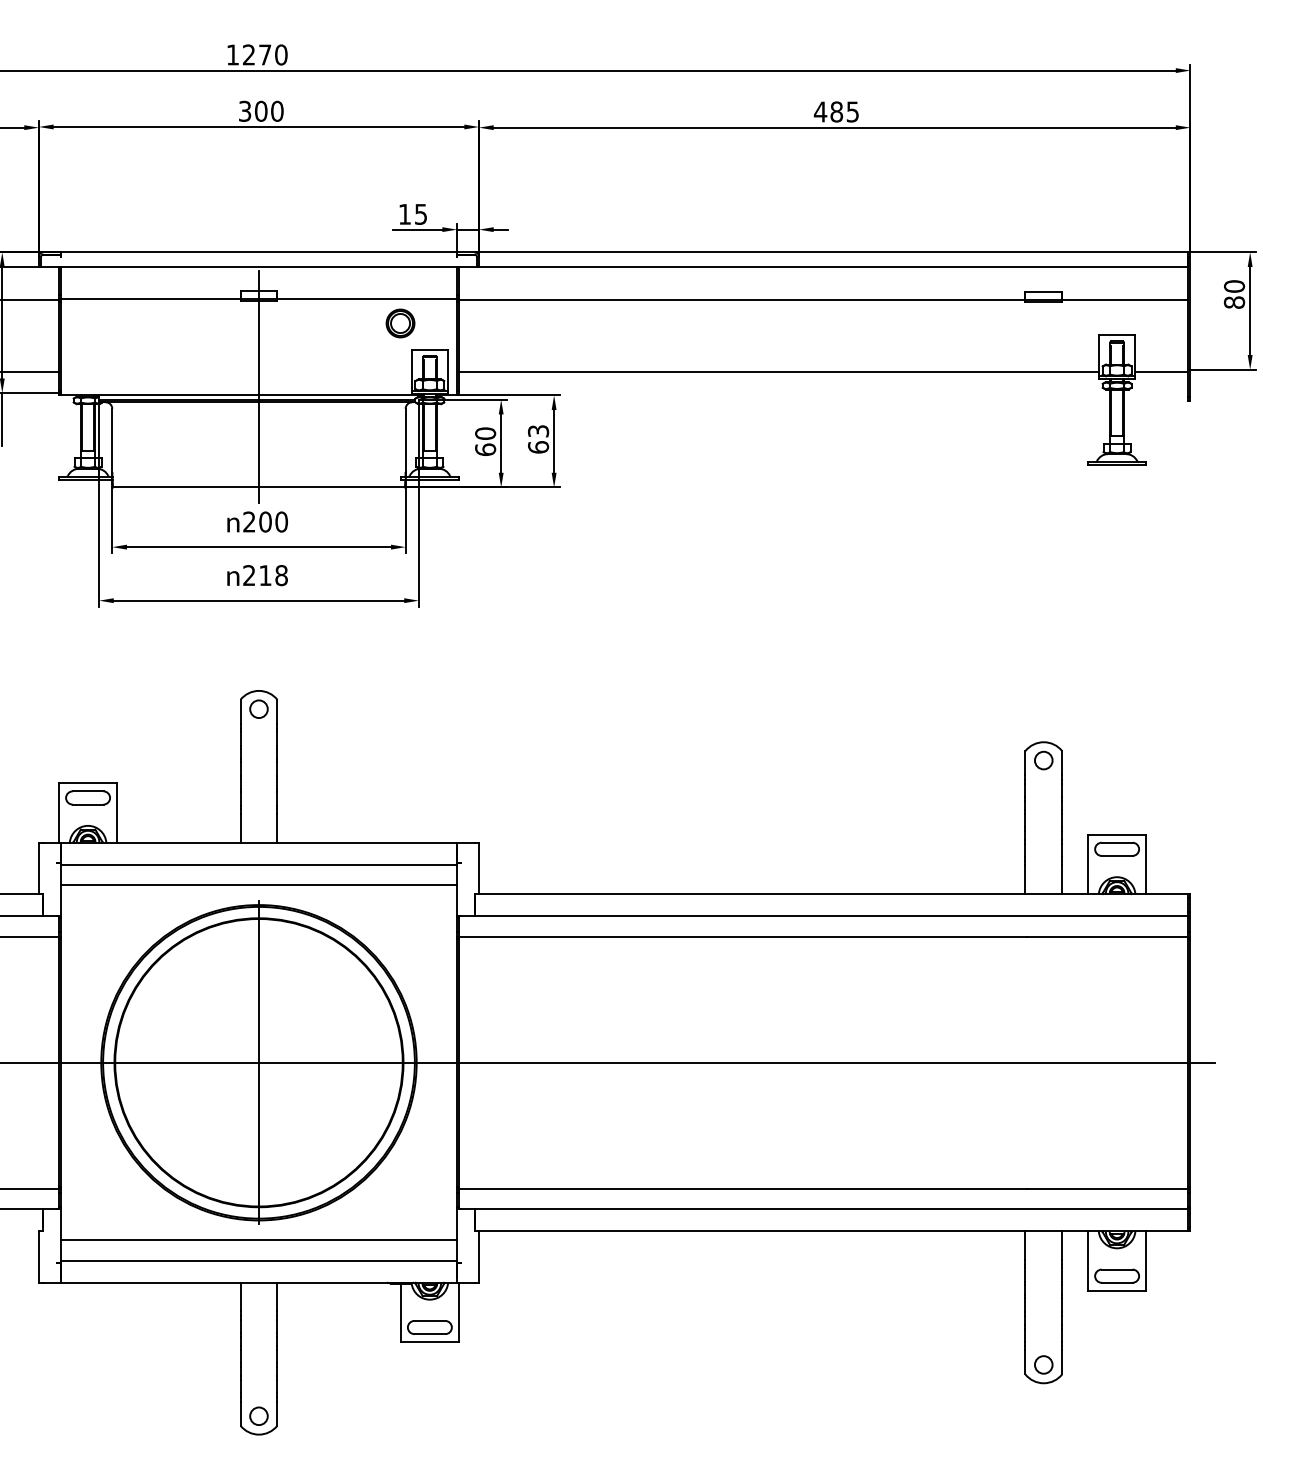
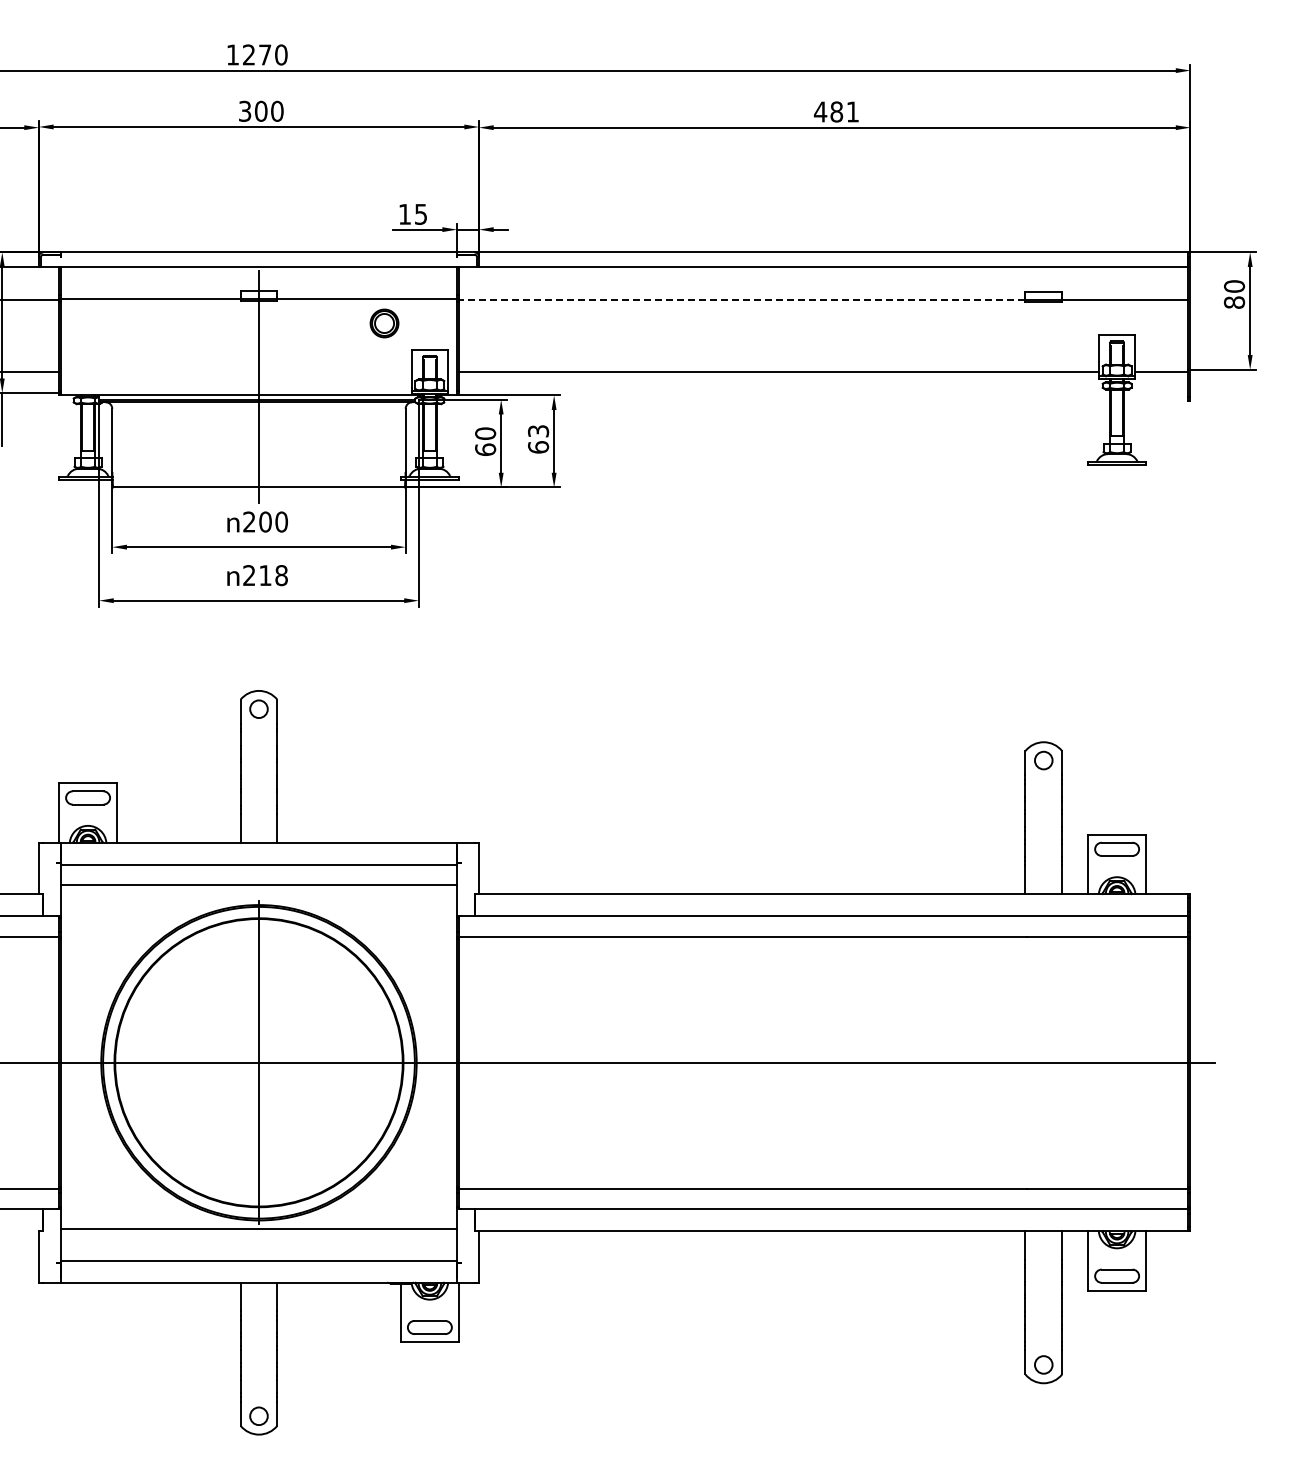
text at (852, 111): 485 -> 481
line at (741, 300): solid -> dashed
part at (400, 323) position: (400, 323) -> (384, 323)
line at (258, 1240) position: (258, 1240) -> (258, 1229)
